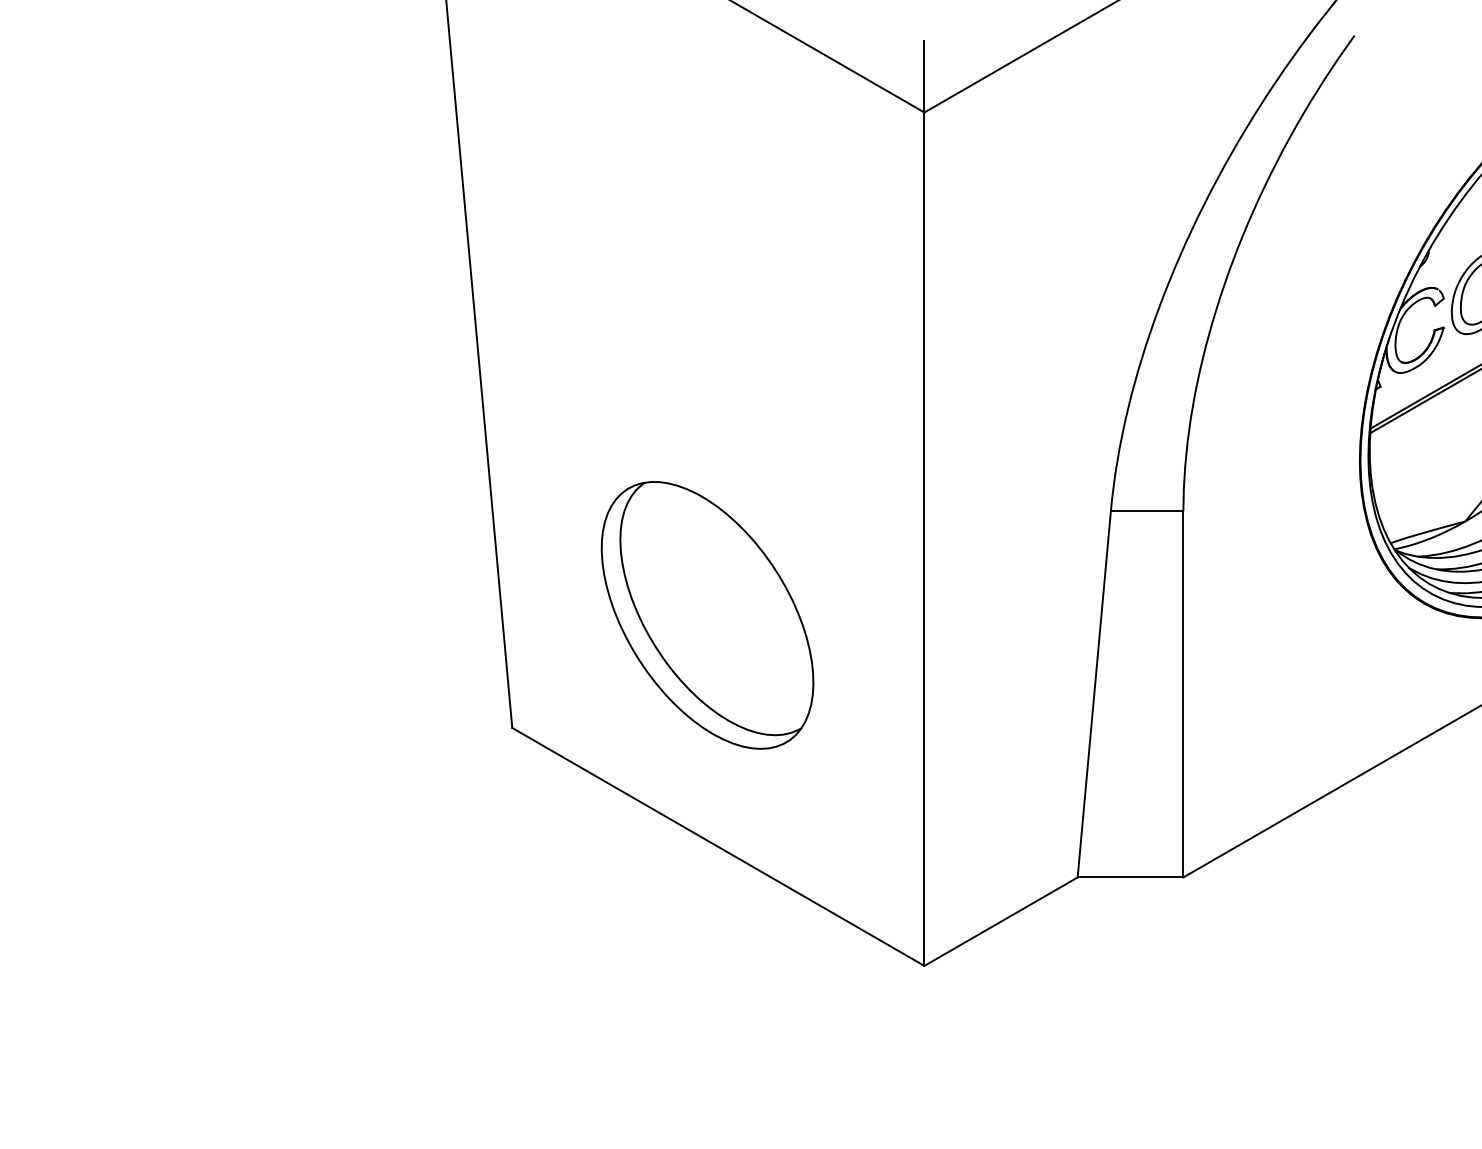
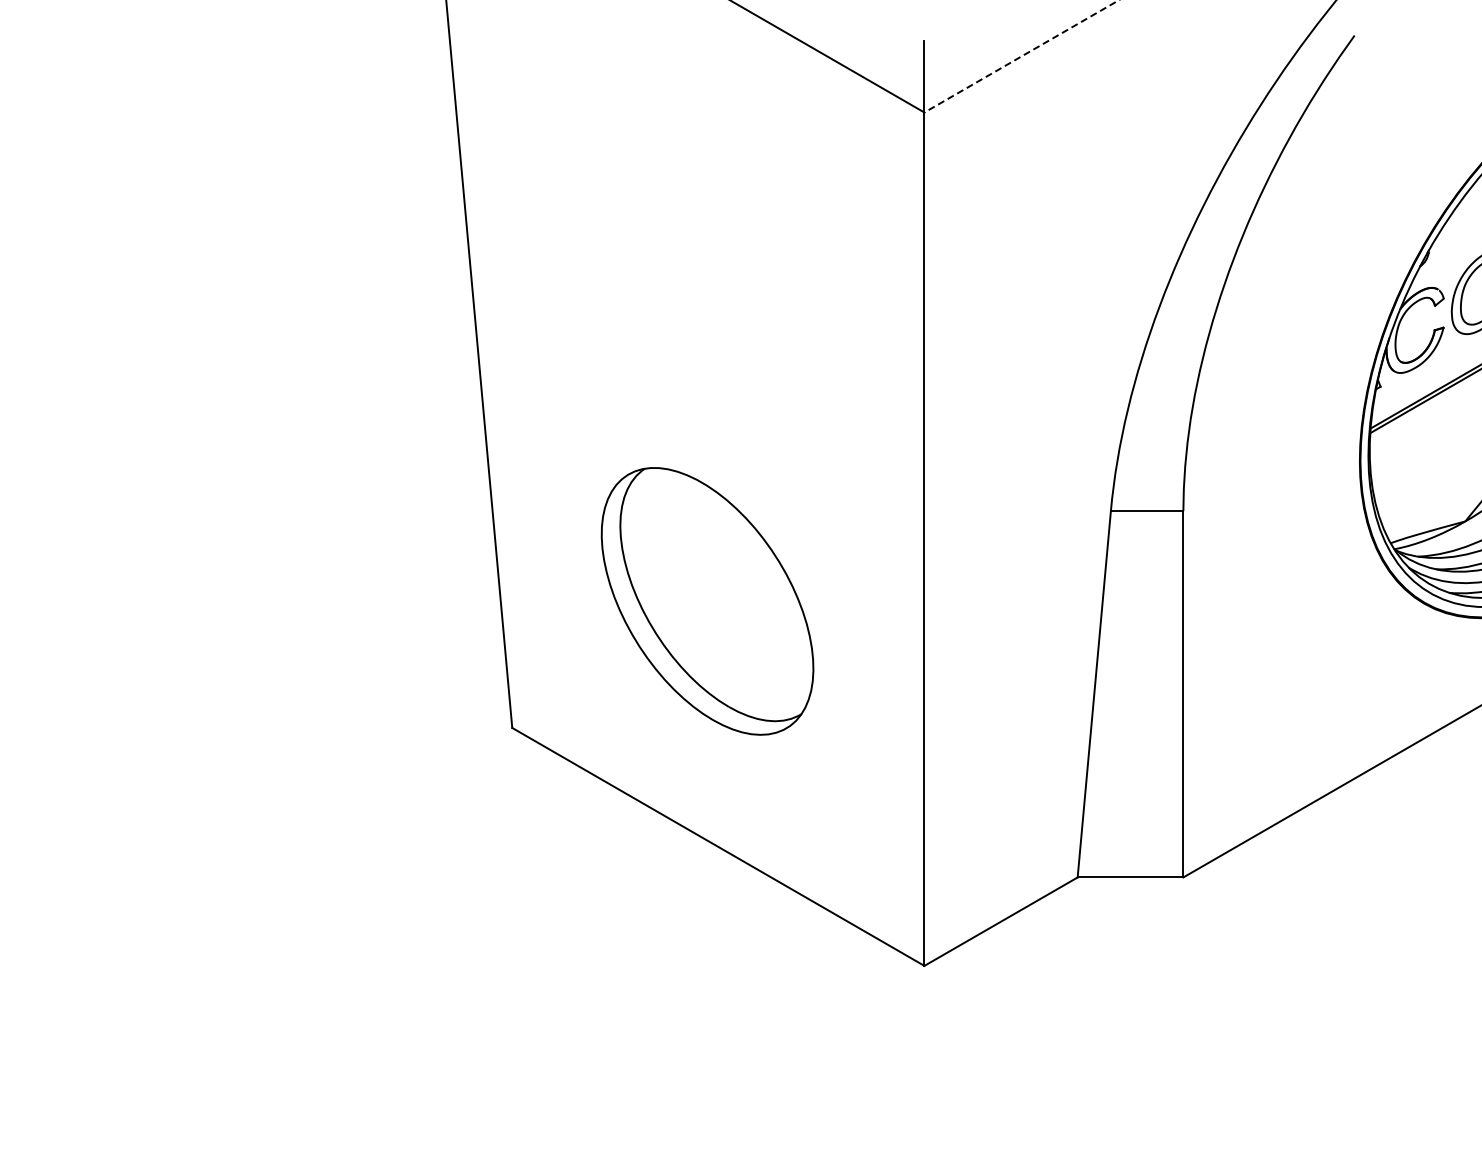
line at (1021, 56): solid -> dashed
part at (707, 615) position: (707, 615) -> (707, 601)
